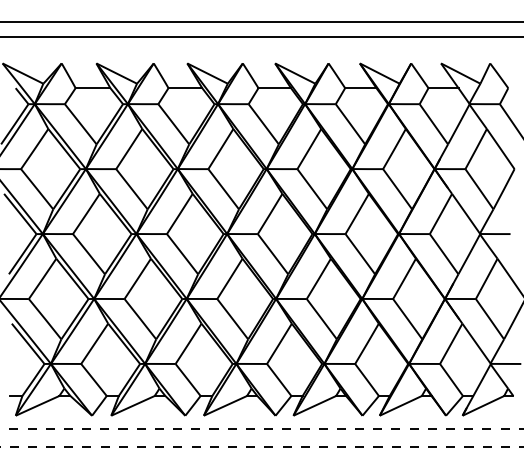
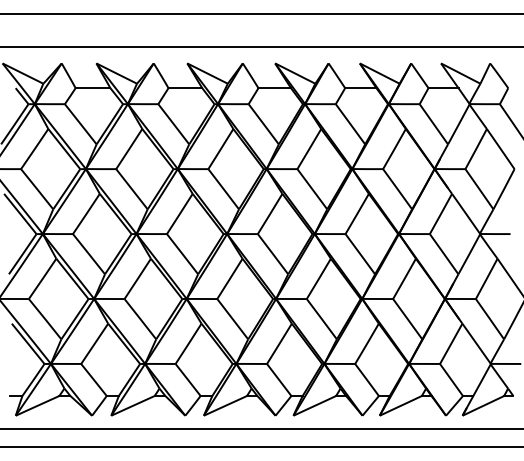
line at (261, 21) position: (261, 21) -> (261, 13)
line at (261, 36) position: (261, 36) -> (261, 46)
line at (262, 428): dashed -> solid
line at (261, 447): dashed -> solid
